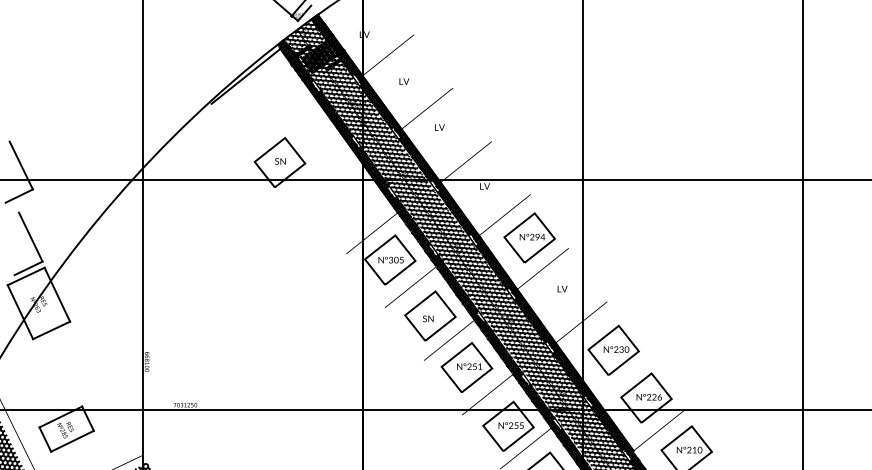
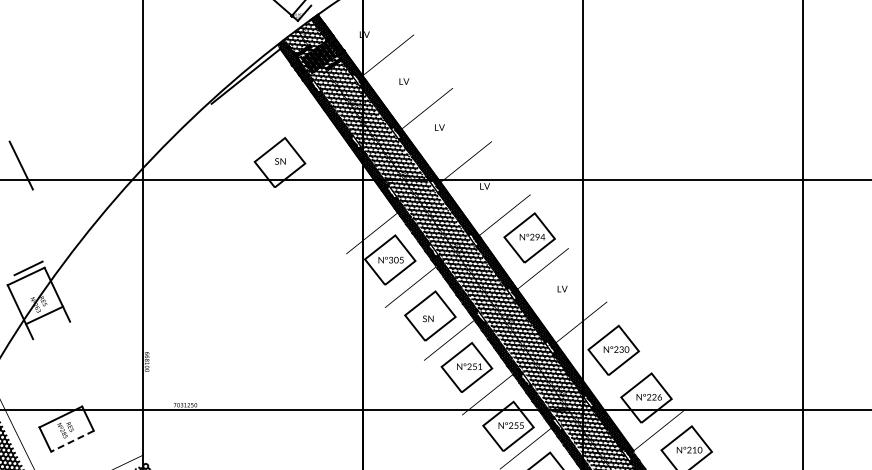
line at (18, 195): present -> none
line at (30, 236): present -> none
line at (51, 330) position: (51, 330) -> (44, 315)
line at (72, 441): solid -> dashed
